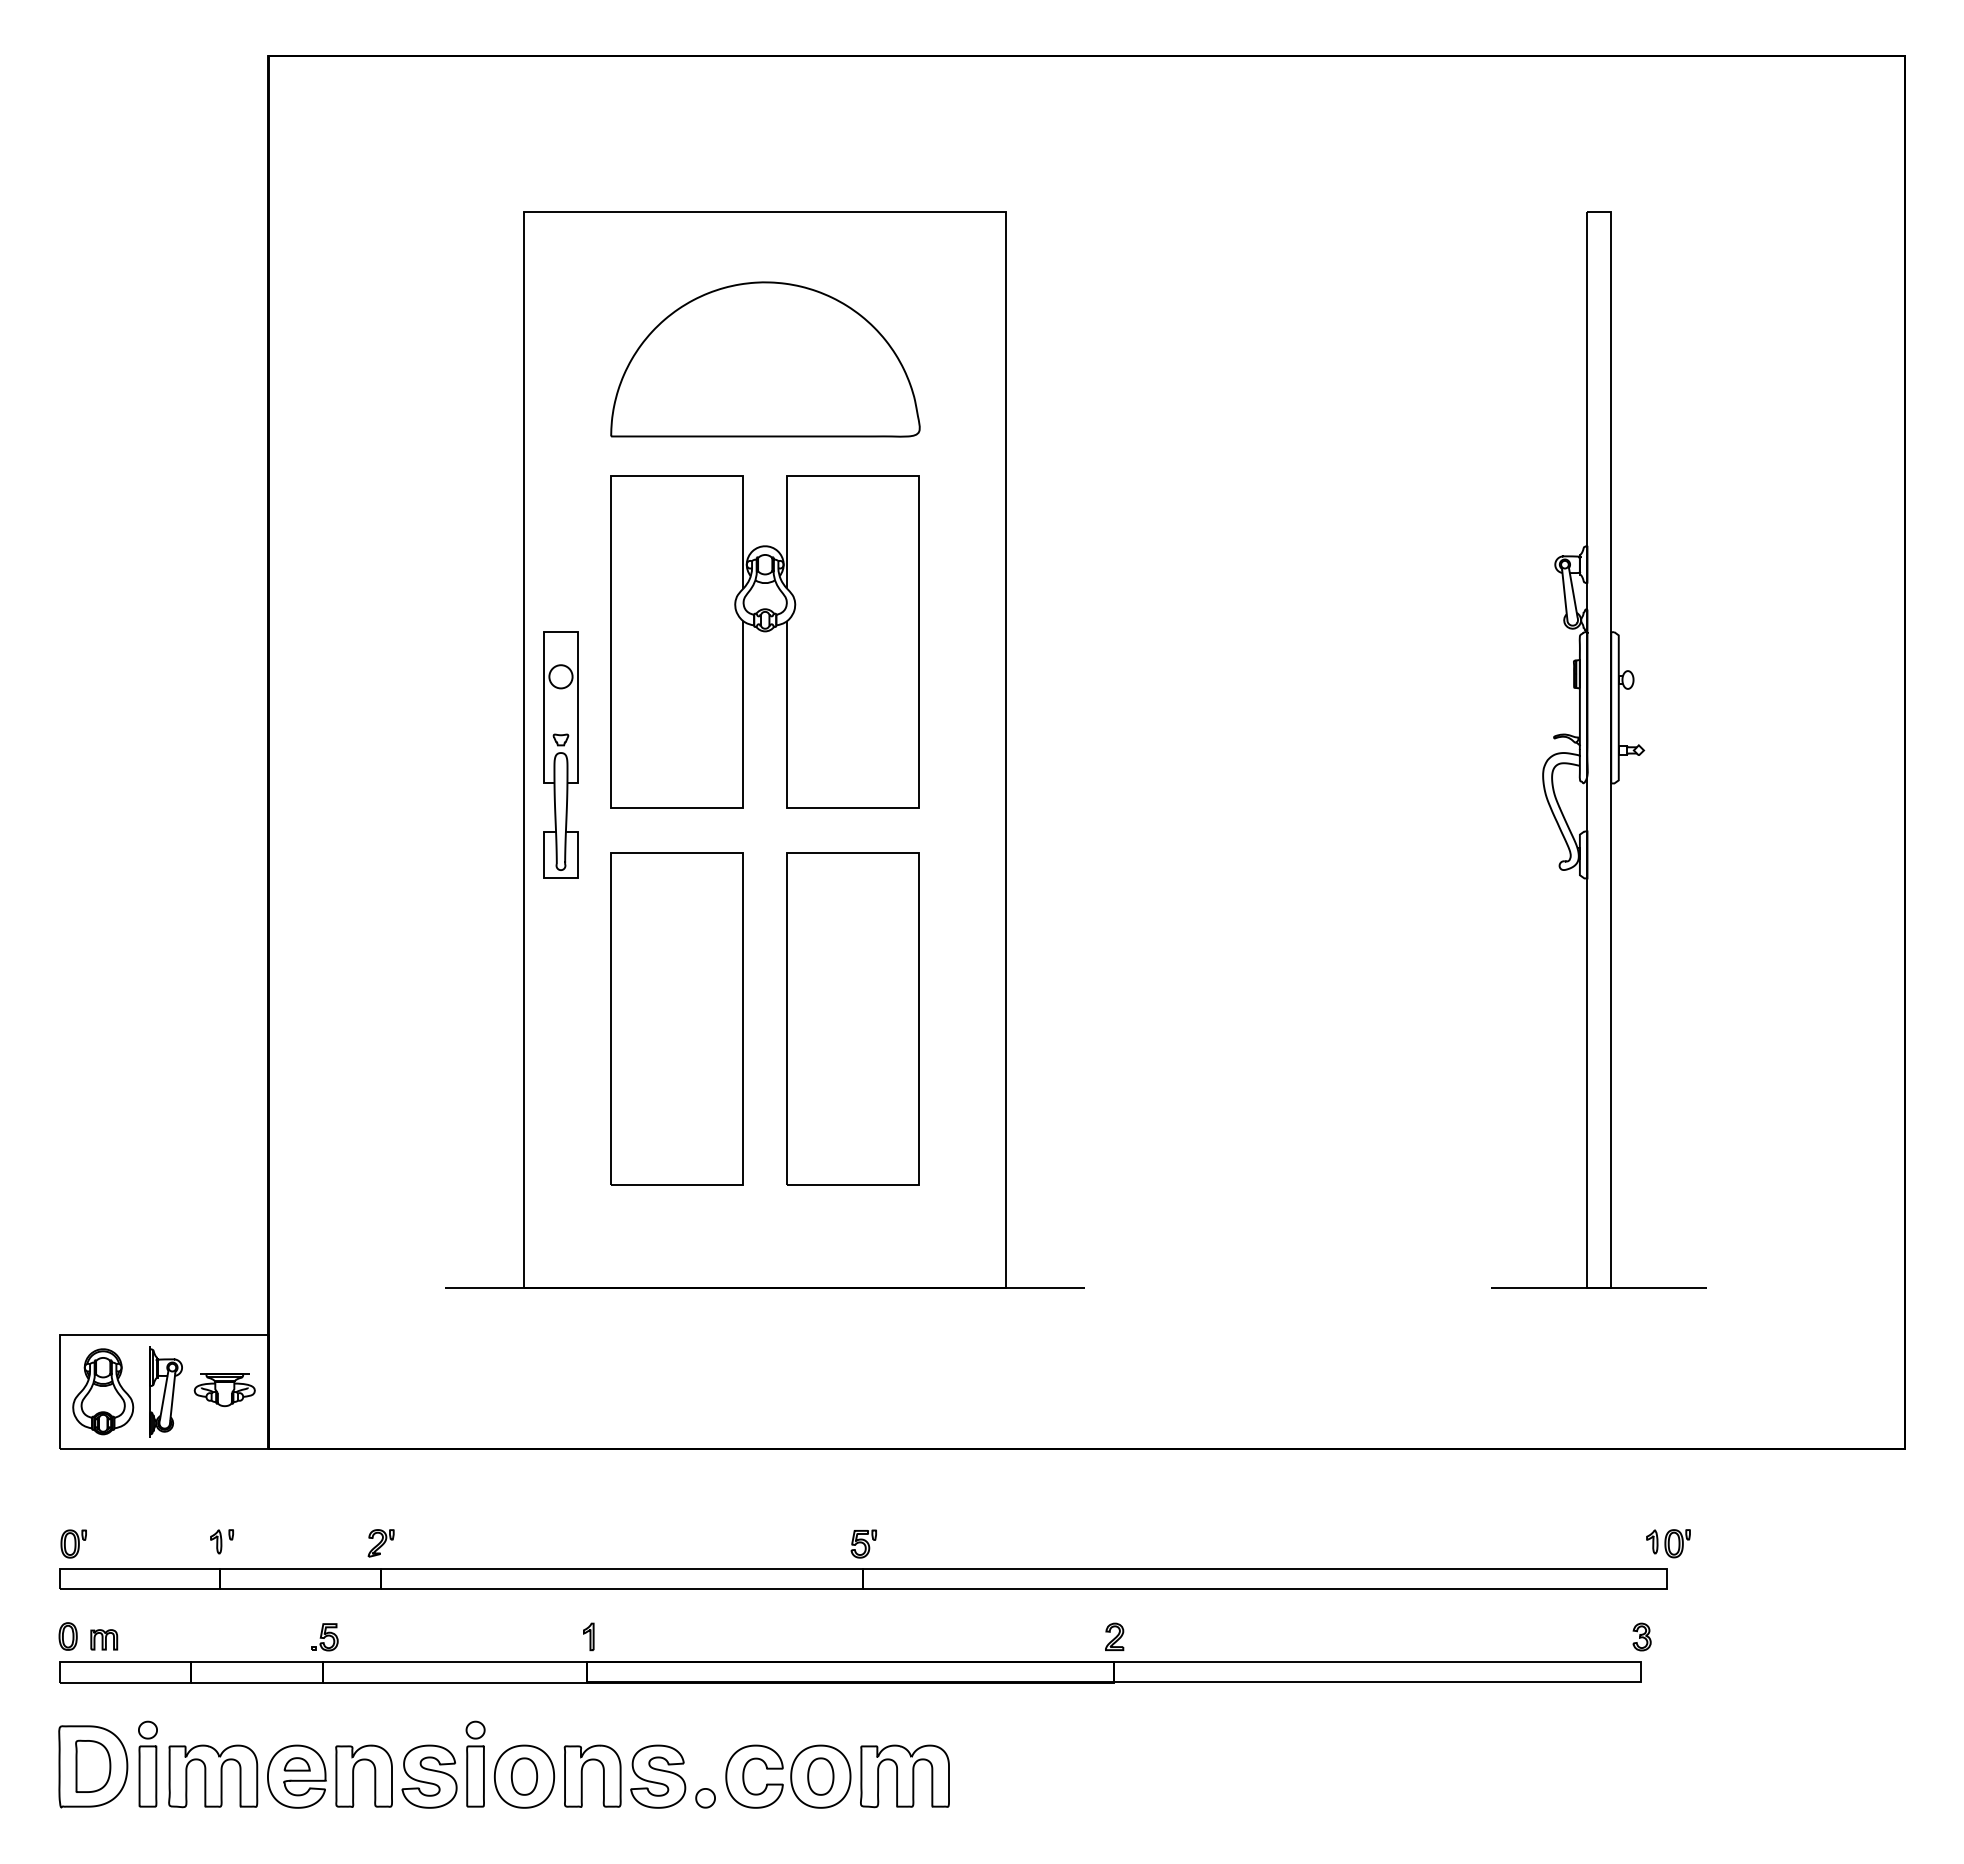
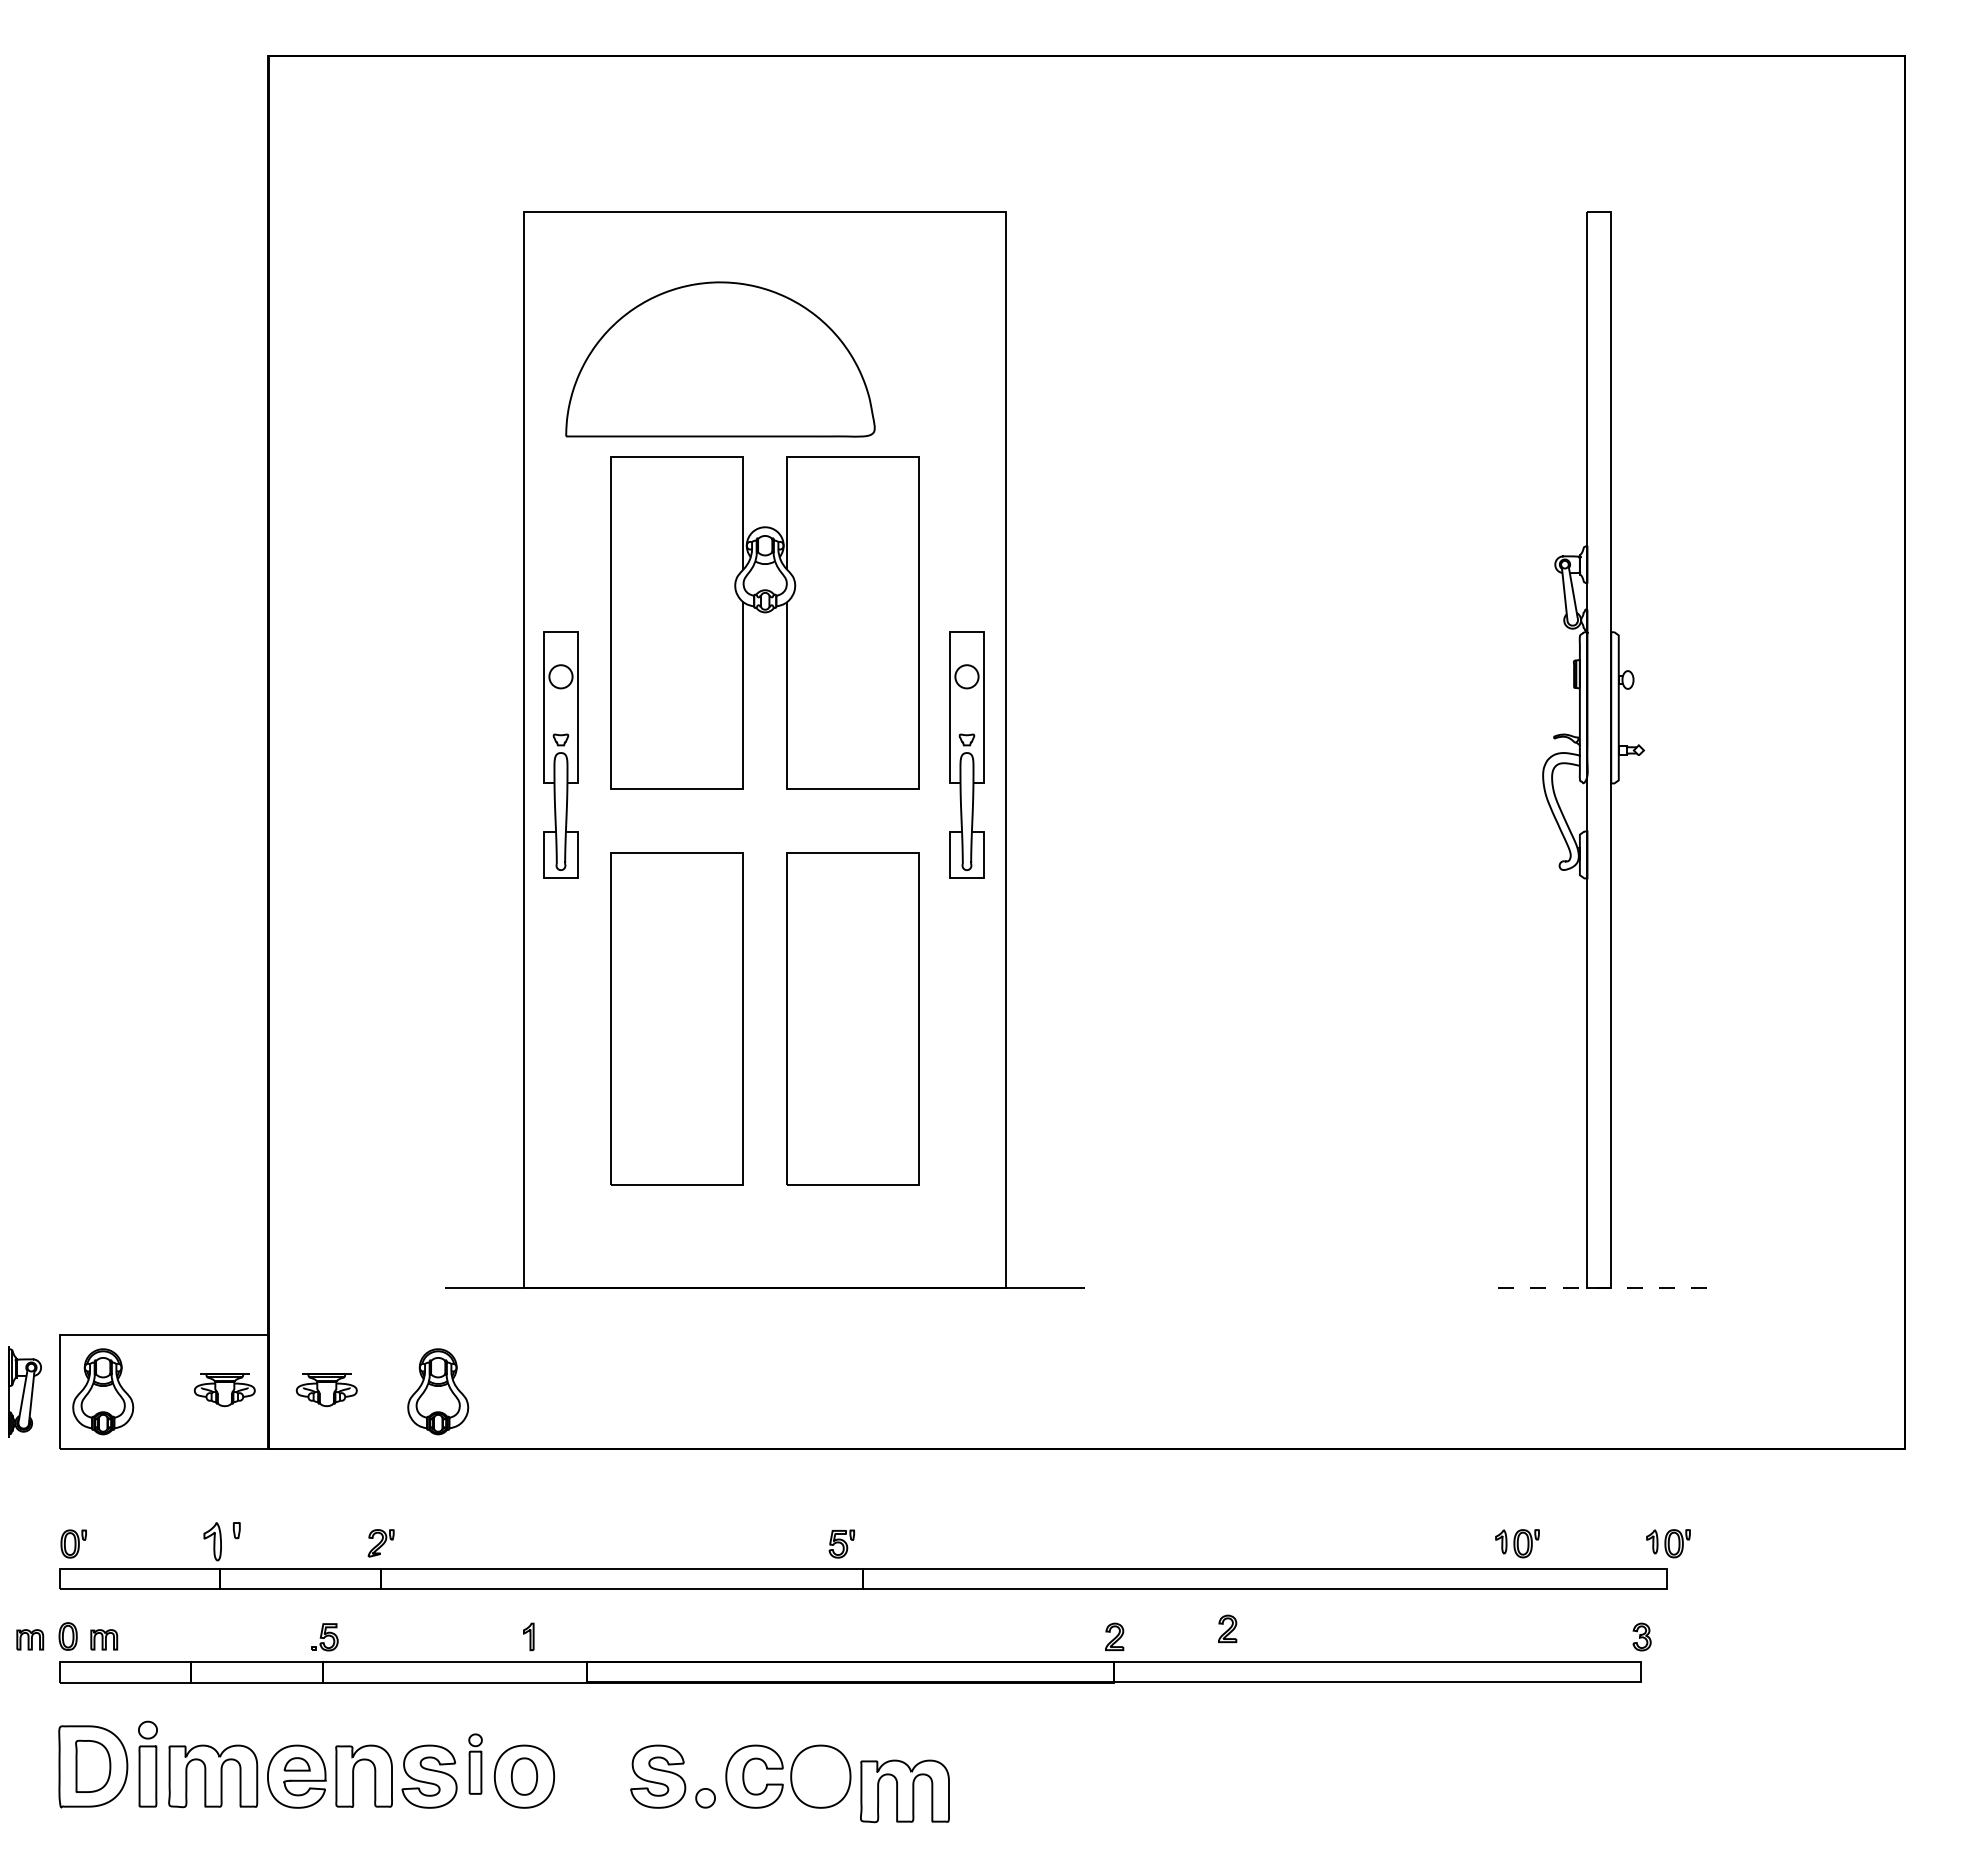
part at (765, 359) position: (765, 359) -> (720, 359)
part at (764, 632) position: (764, 632) -> (764, 613)
part at (966, 754): none -> present
line at (1599, 1287): solid -> dashed
part at (326, 1390): none -> present
part at (165, 1391) position: (165, 1391) -> (24, 1391)
part at (438, 1391): none -> present
part at (221, 1541) size: 24x26 px -> 38x40 px
part at (863, 1543) position: (863, 1543) -> (841, 1543)
part at (1517, 1543): none -> present
part at (1227, 1628): none -> present
part at (588, 1636) position: (588, 1636) -> (528, 1636)
part at (30, 1639): none -> present
part at (475, 1763) size: 21x88 px -> 15x62 px
part at (582, 1775): present -> none
part at (820, 1776): present -> none
part at (904, 1776) position: (904, 1776) -> (904, 1791)
